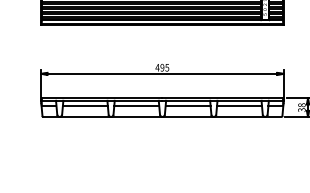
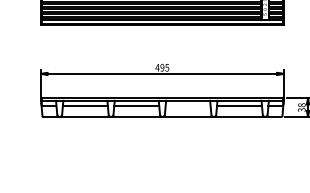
line at (187, 105): present -> none
